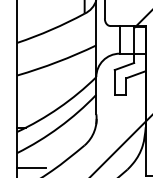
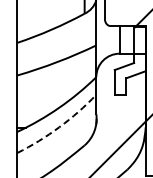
arc at (59, 127): solid -> dashed
line at (31, 168): present -> none
